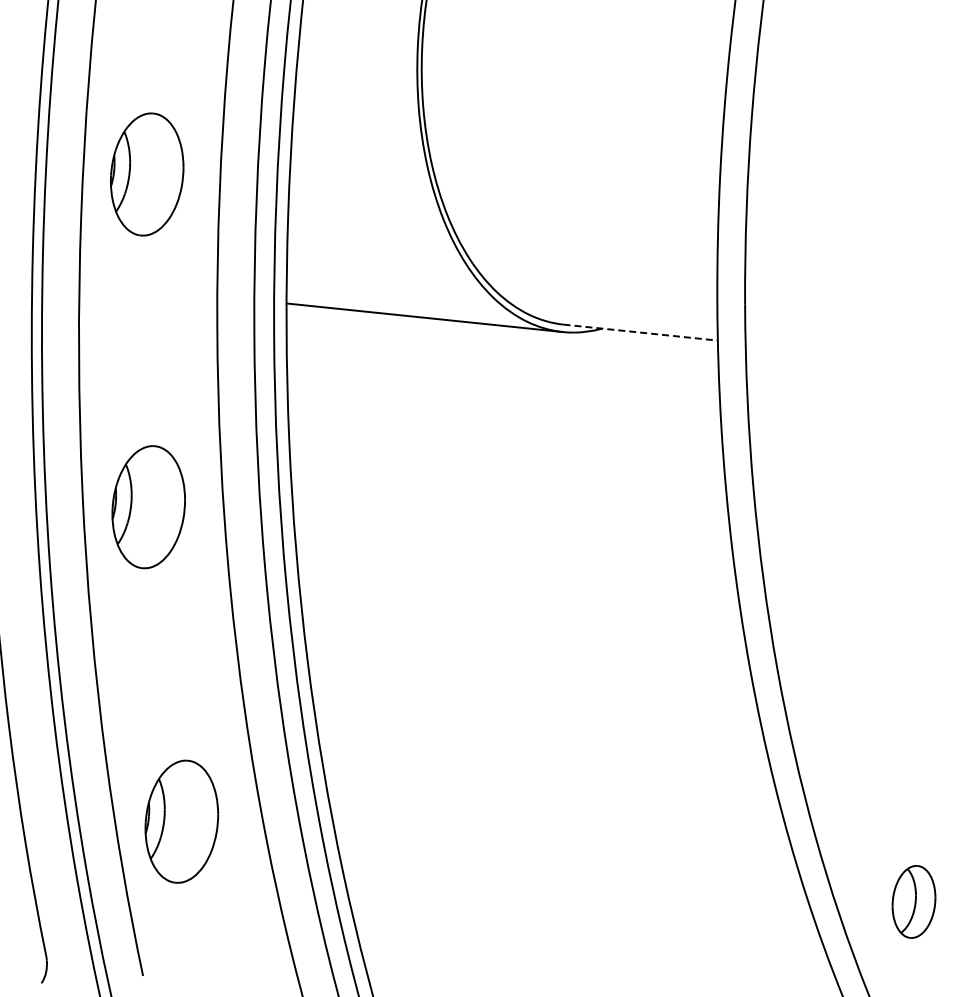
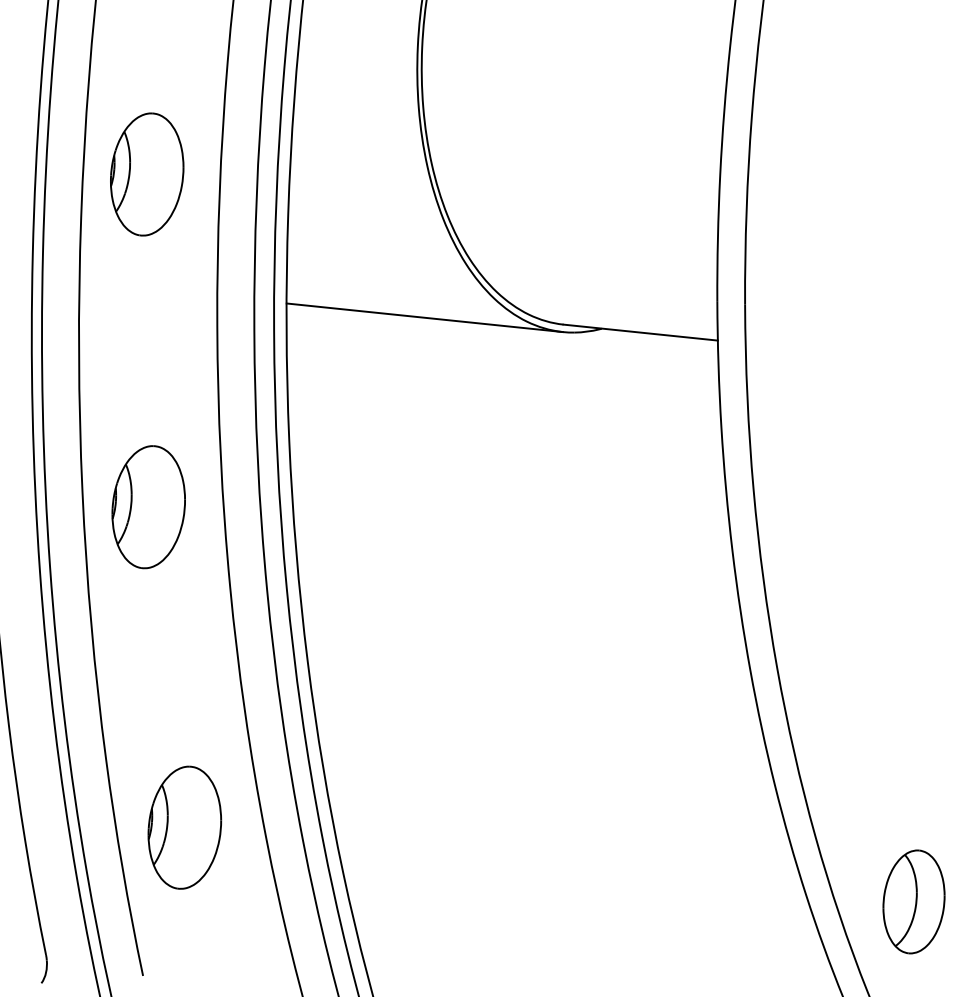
line at (640, 332): dashed -> solid
part at (181, 821) position: (181, 821) -> (184, 827)
part at (913, 901) size: 46x74 px -> 64x106 px
